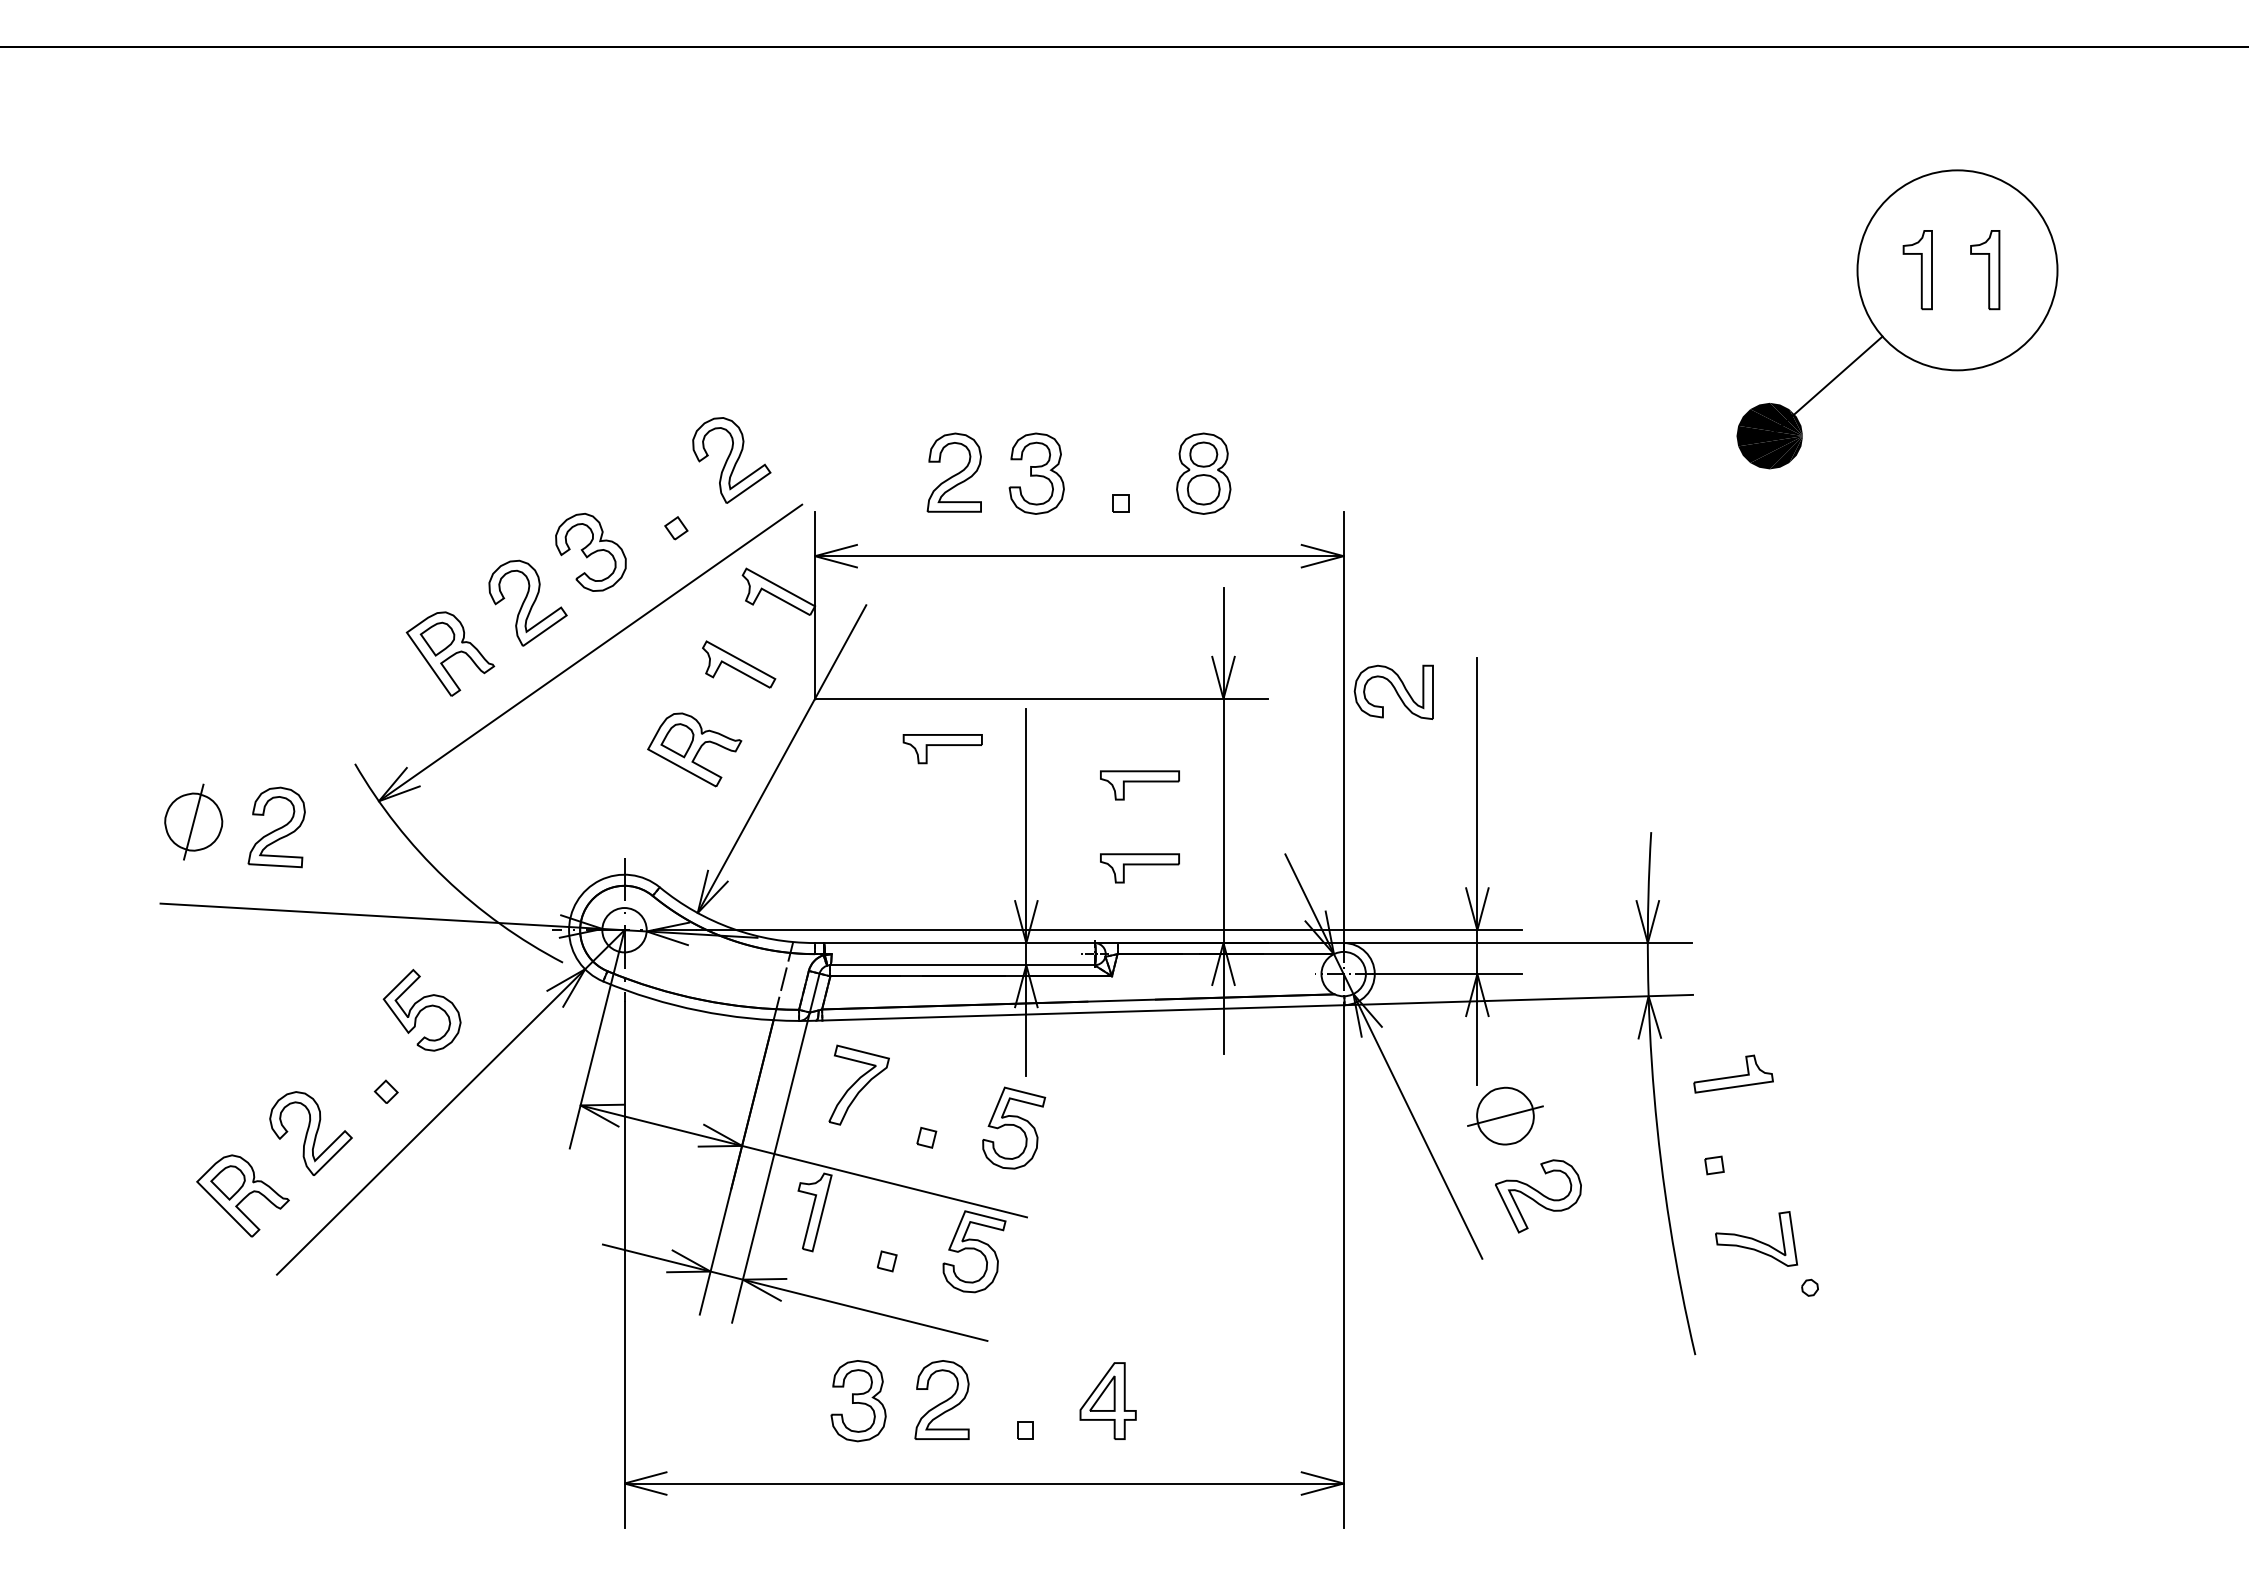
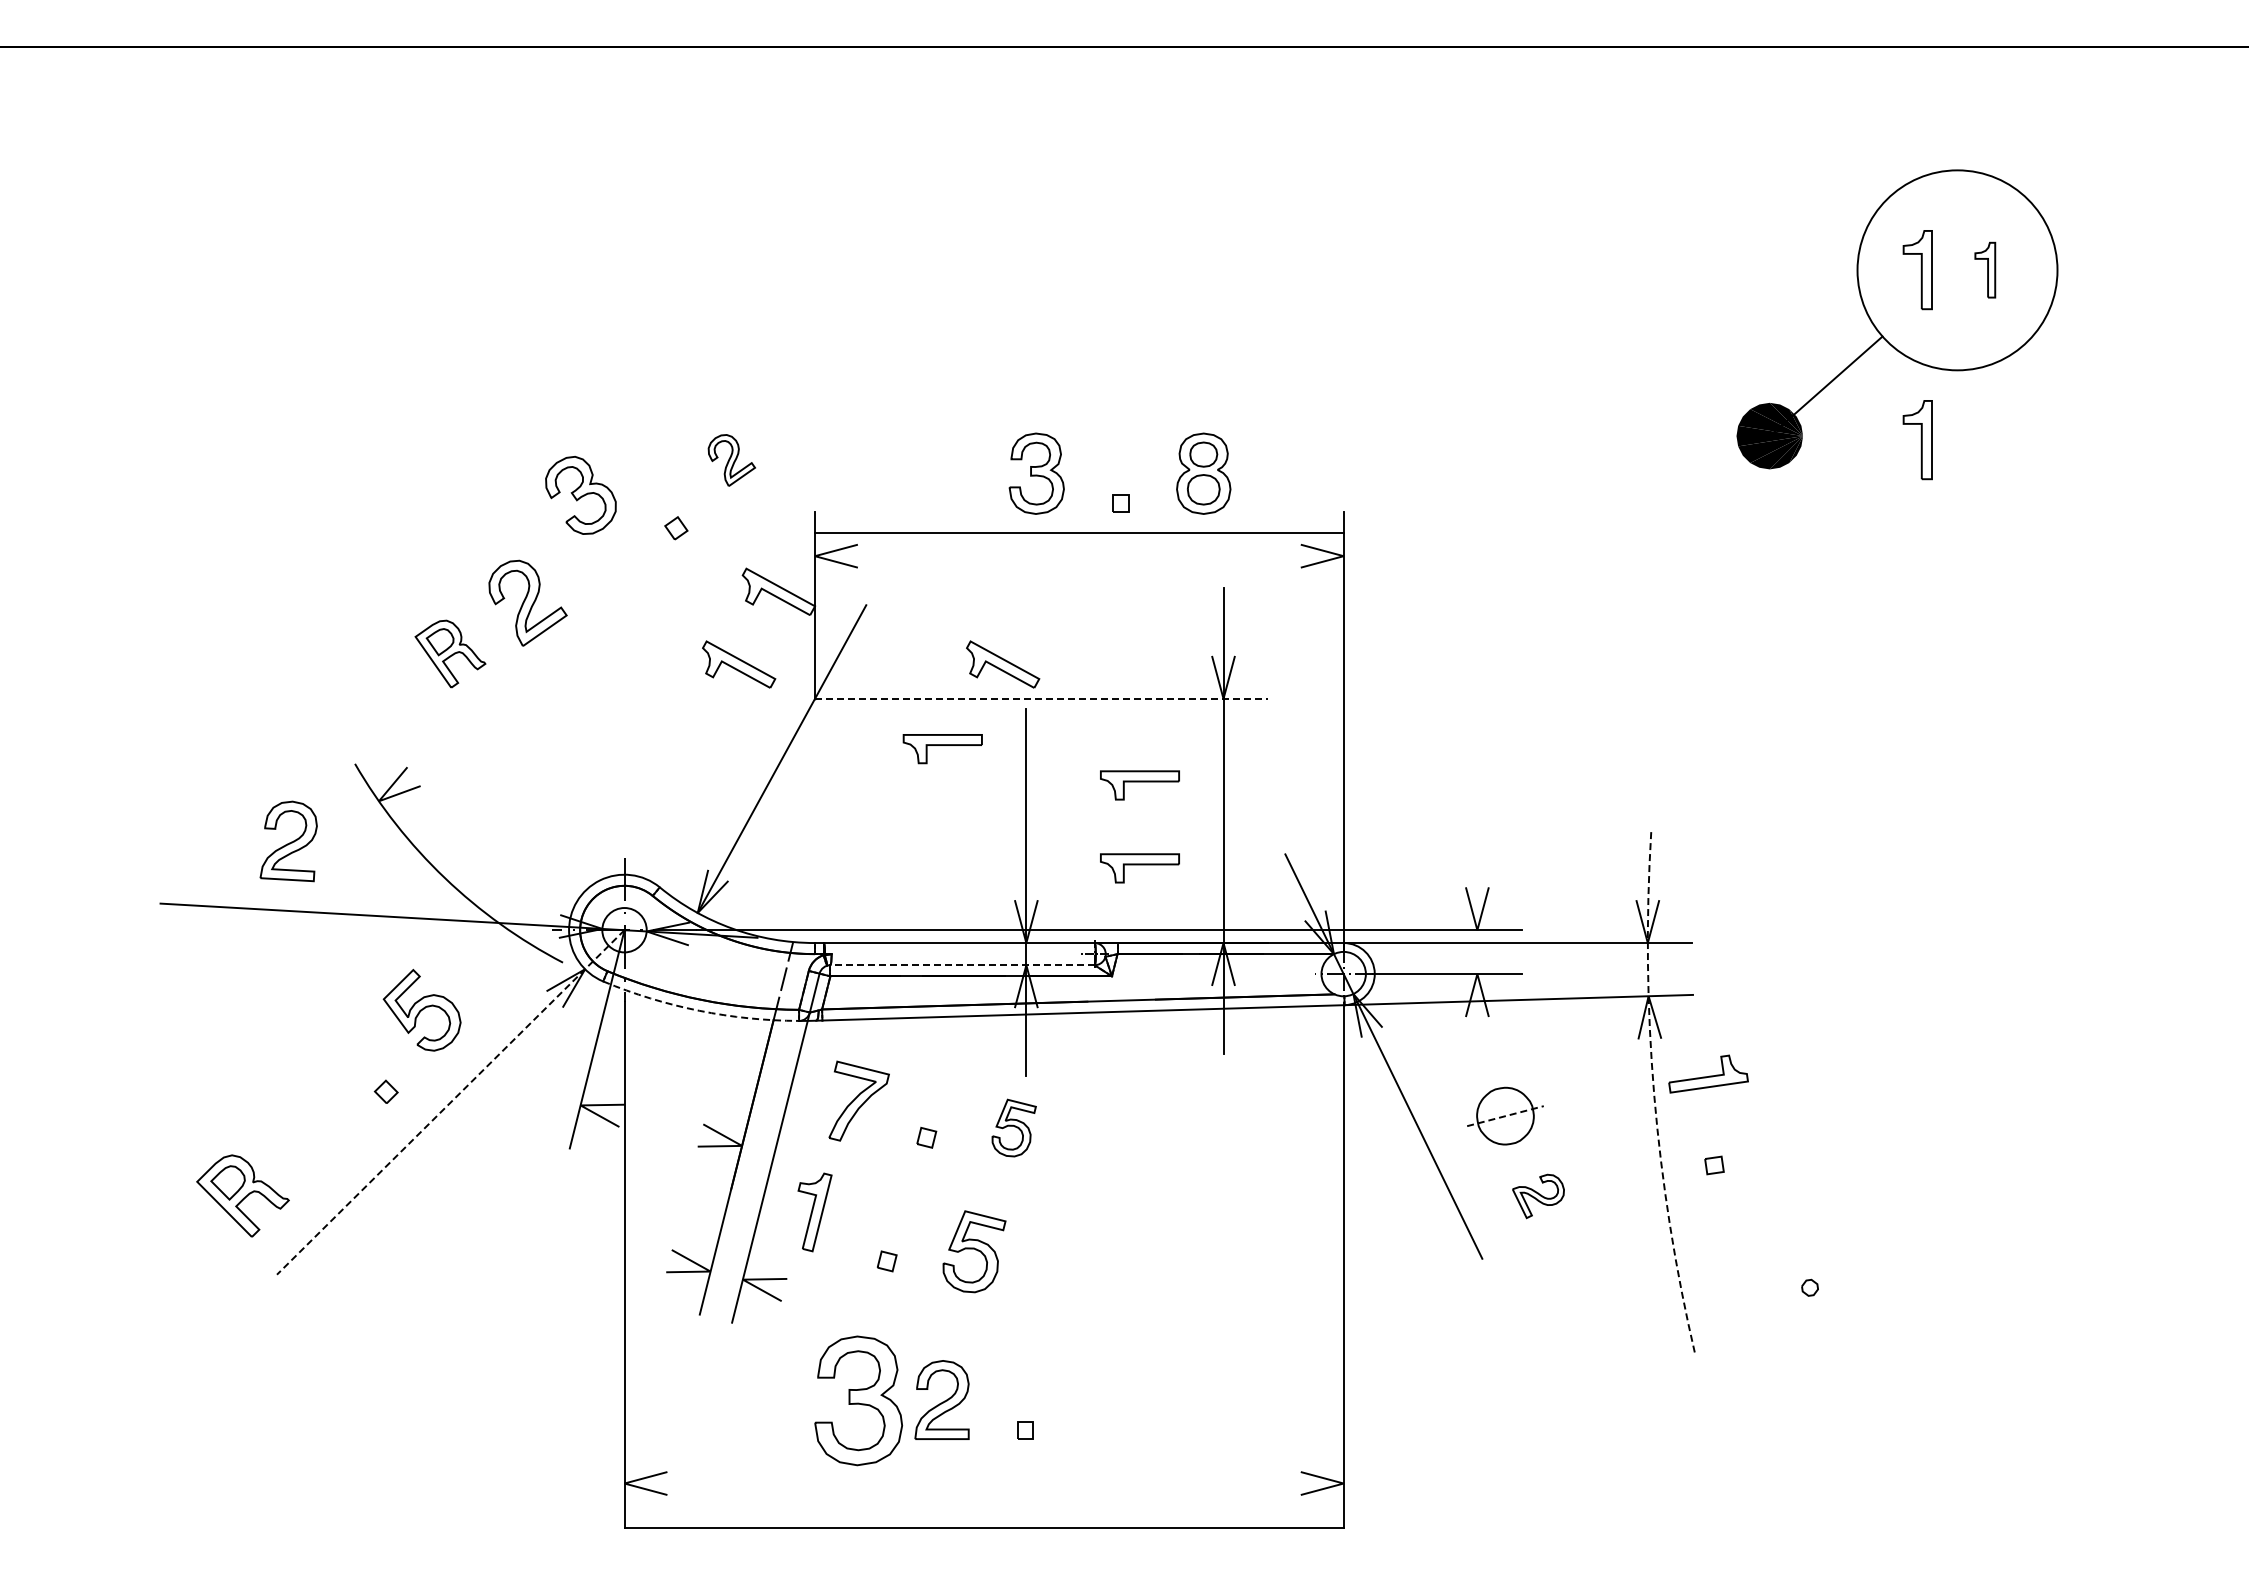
part at (1985, 270) size: 31x81 px -> 23x58 px
part at (1917, 440): none -> present
part at (731, 460) size: 80x87 px -> 49x53 px
part at (953, 472): present -> none
part at (590, 552) position: (590, 552) -> (580, 495)
line at (1079, 556) position: (1079, 556) -> (1079, 533)
line at (590, 652): present -> none
part at (450, 653) size: 91x86 px -> 73x70 px
part at (1003, 664): none -> present
part at (1393, 691): present -> none
line at (1041, 698): solid -> dashed
part at (694, 749): present -> none
part at (193, 821): present -> none
part at (276, 827) position: (276, 827) -> (288, 841)
line at (1477, 871): present -> none
line at (962, 965): solid -> dashed
arc at (699, 1010): solid -> dashed
part at (1733, 1073) position: (1733, 1073) -> (1708, 1073)
part at (858, 1084) position: (858, 1084) -> (858, 1100)
arc at (1654, 1095): solid -> dashed
line at (450, 1102): solid -> dashed
line at (1505, 1116): solid -> dashed
part at (1014, 1127) size: 65x84 px -> 46x60 px
part at (310, 1133): present -> none
line at (803, 1161): present -> none
part at (1538, 1196) size: 87x75 px -> 53x47 px
part at (1756, 1238): present -> none
line at (794, 1292): present -> none
part at (1107, 1400): present -> none
part at (858, 1401) size: 57x83 px -> 90x132 px
line at (983, 1483) position: (983, 1483) -> (983, 1527)
